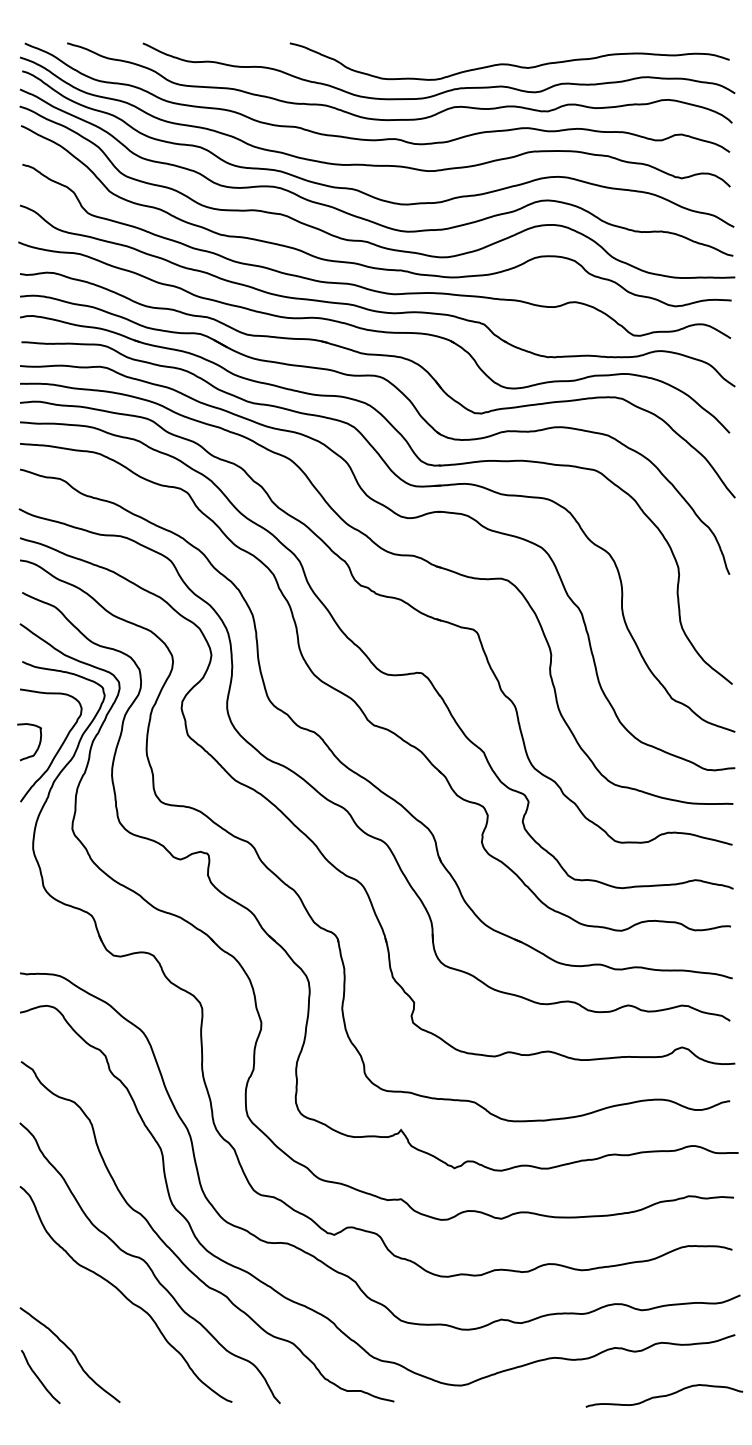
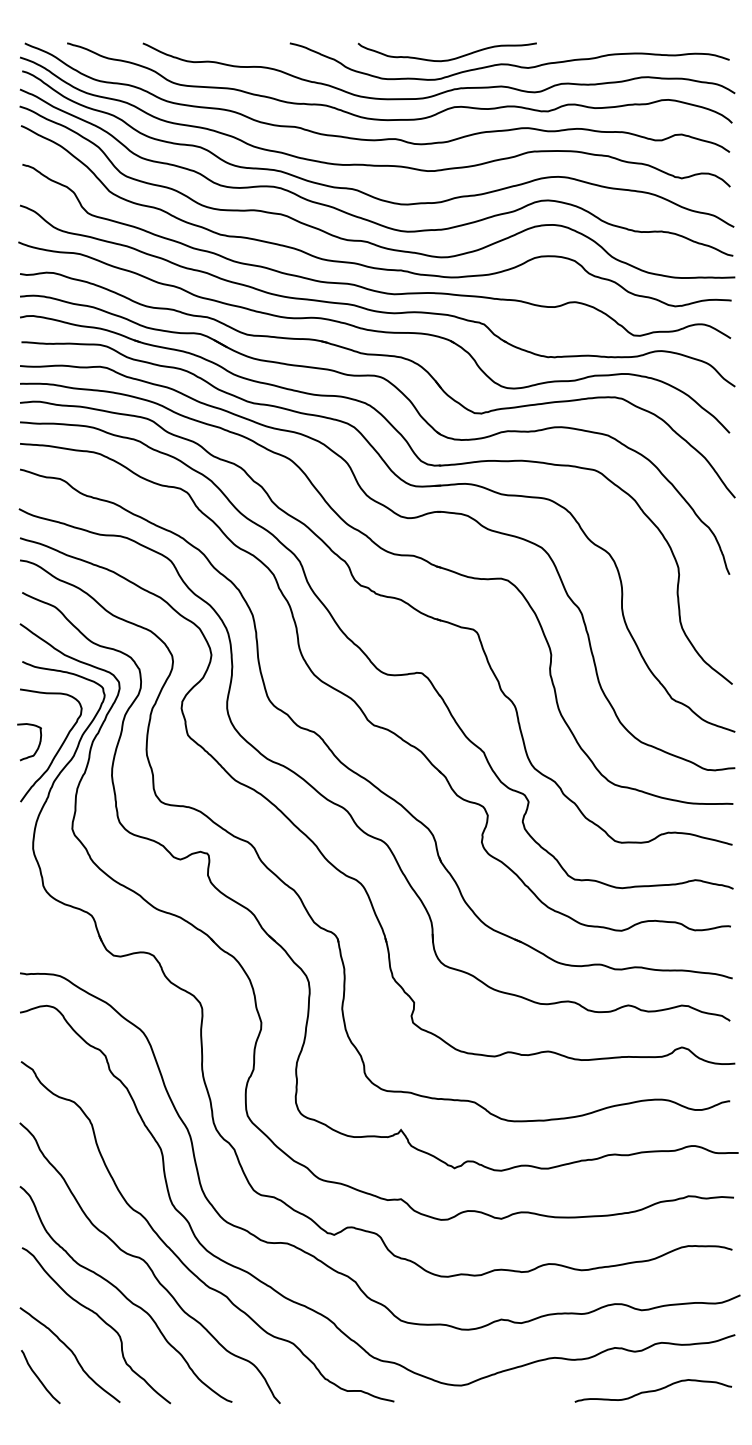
curve at (446, 59): none -> present
curve at (100, 1319): none -> present
curve at (664, 1395) position: (664, 1395) -> (653, 1390)
